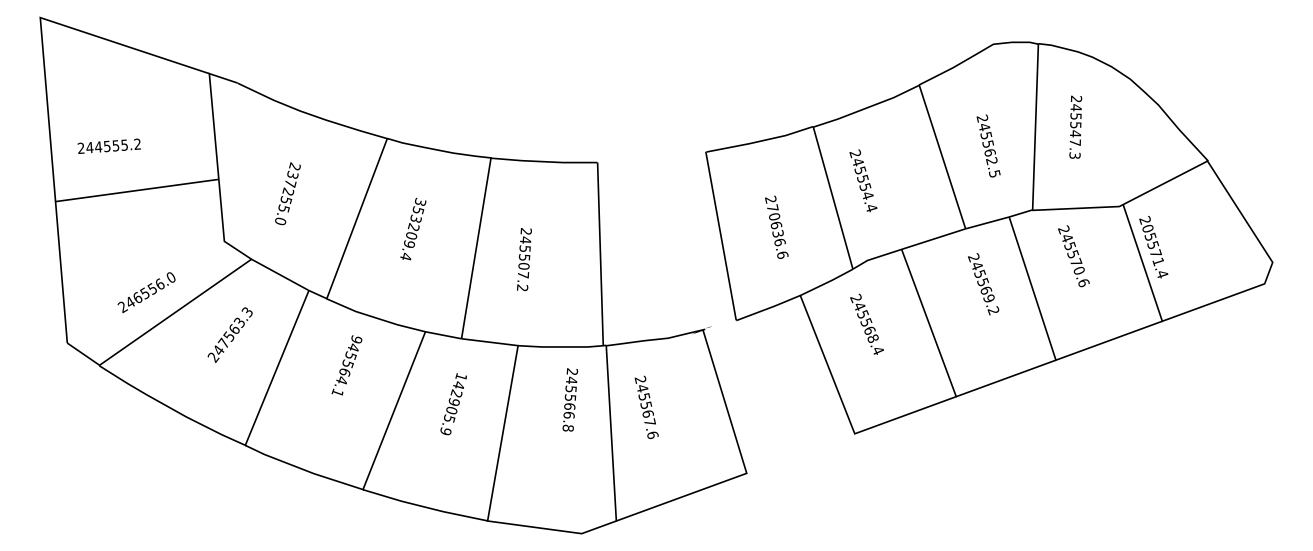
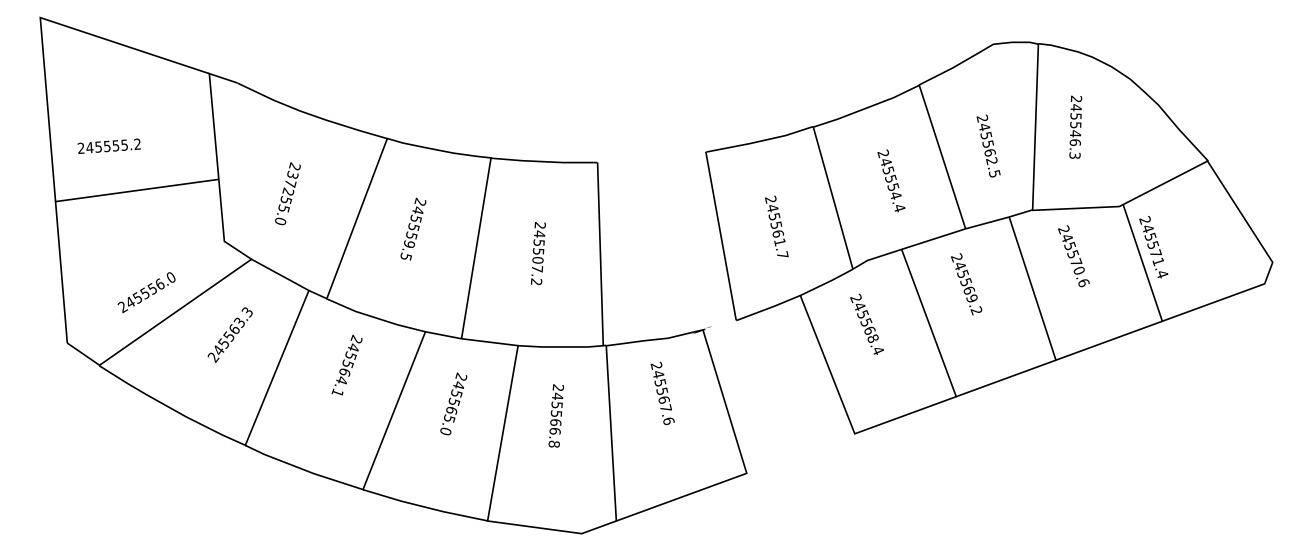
text at (1074, 142): 245547.3 -> 245546.3
text at (98, 146): 244555.2 -> 245555.2
text at (863, 180) position: (863, 180) -> (891, 180)
text at (412, 228): 353209.4 -> 245559.5
text at (1147, 228): 205571.4 -> 245571.4
text at (777, 231): 270636.6 -> 245561.7
text at (524, 259) position: (524, 259) -> (538, 253)
text at (983, 284) position: (983, 284) -> (966, 284)
text at (137, 297): 246556.0 -> 245556.0
text at (356, 338): 945564.1 -> 245564.1
text at (222, 342): 247563.3 -> 245563.3
text at (570, 399) position: (570, 399) -> (556, 415)
text at (453, 403): 142905.9 -> 245565.0
text at (646, 407) position: (646, 407) -> (662, 393)
